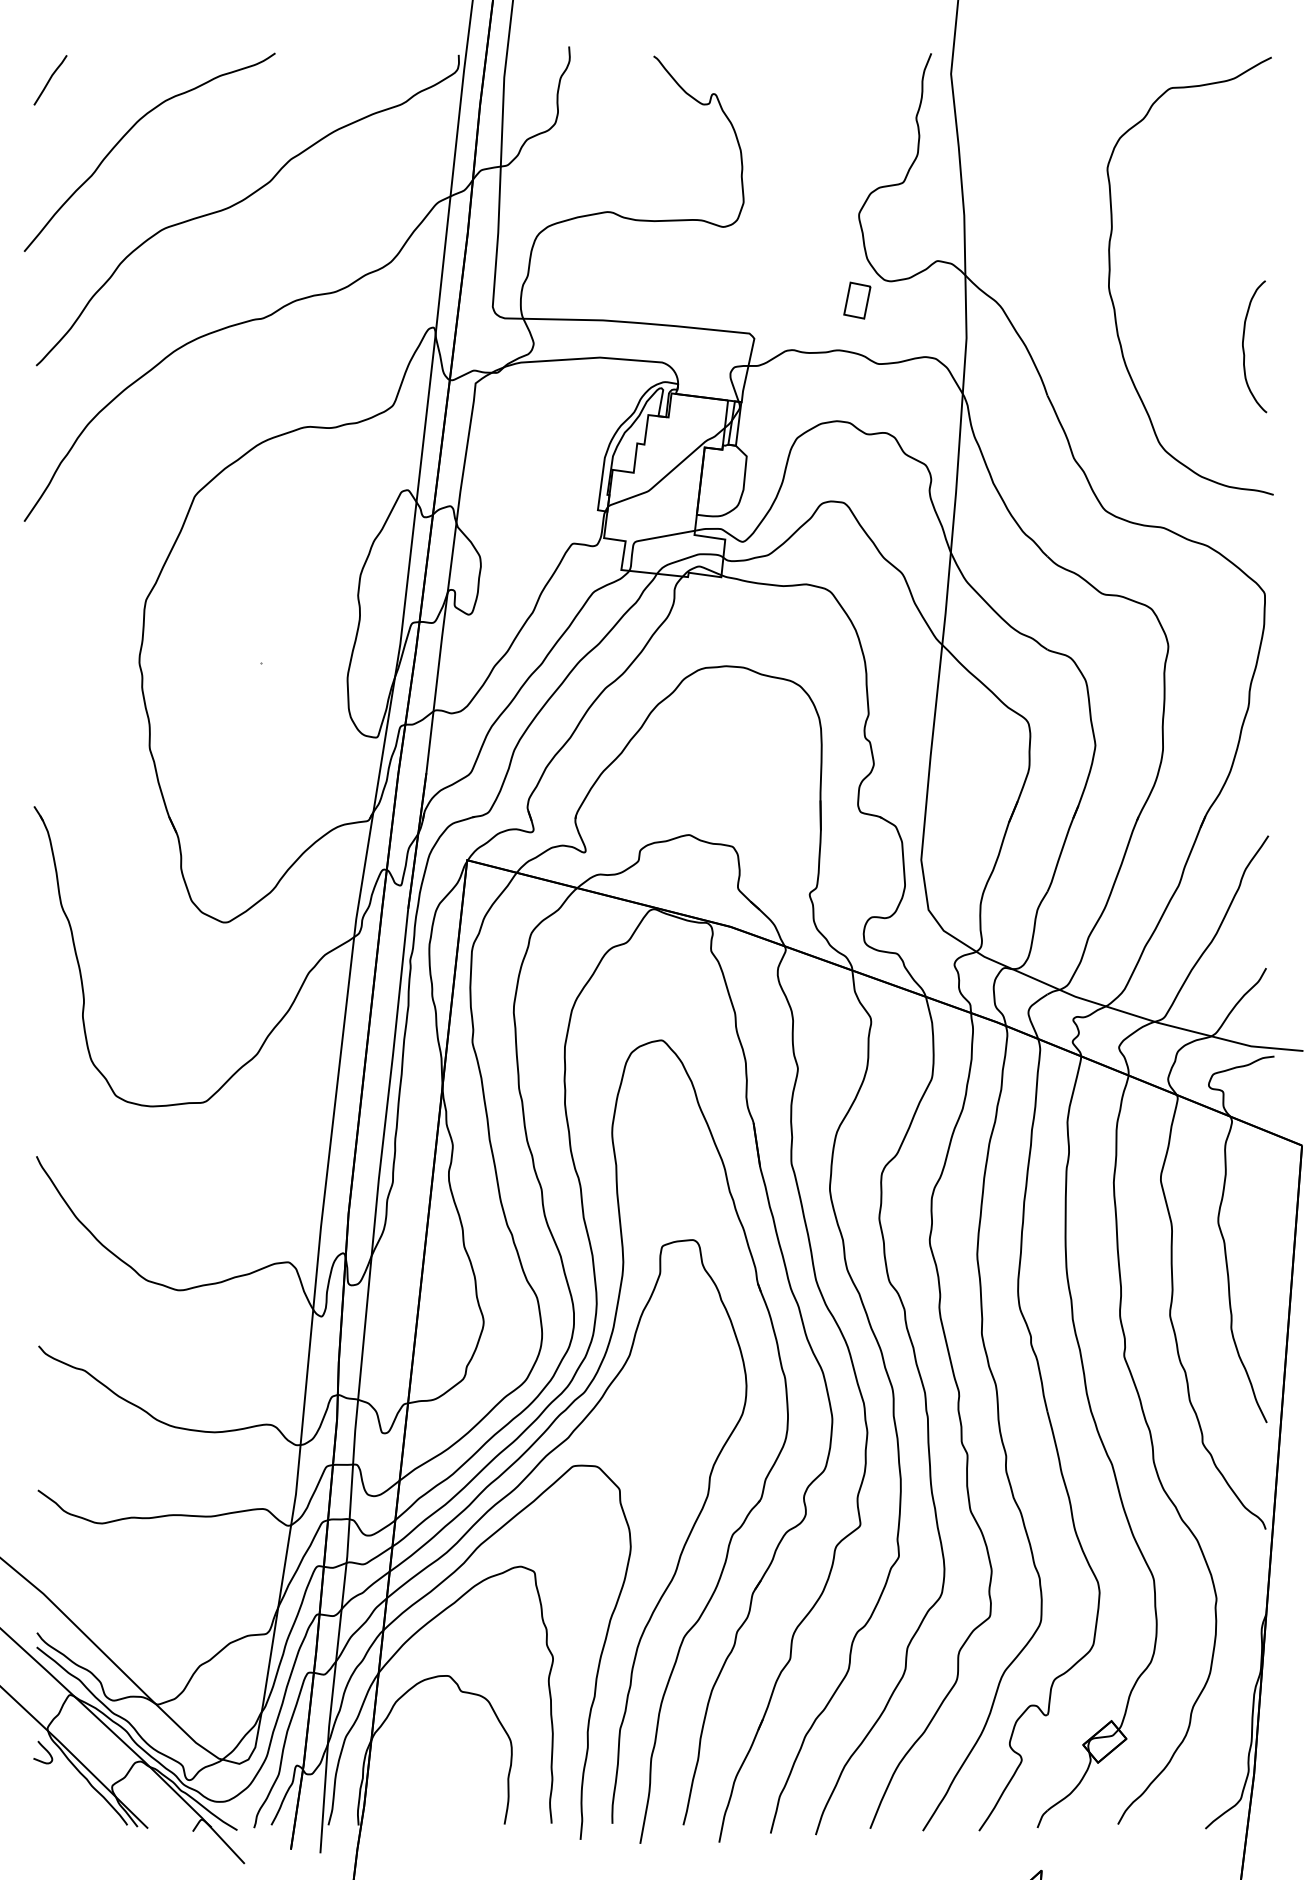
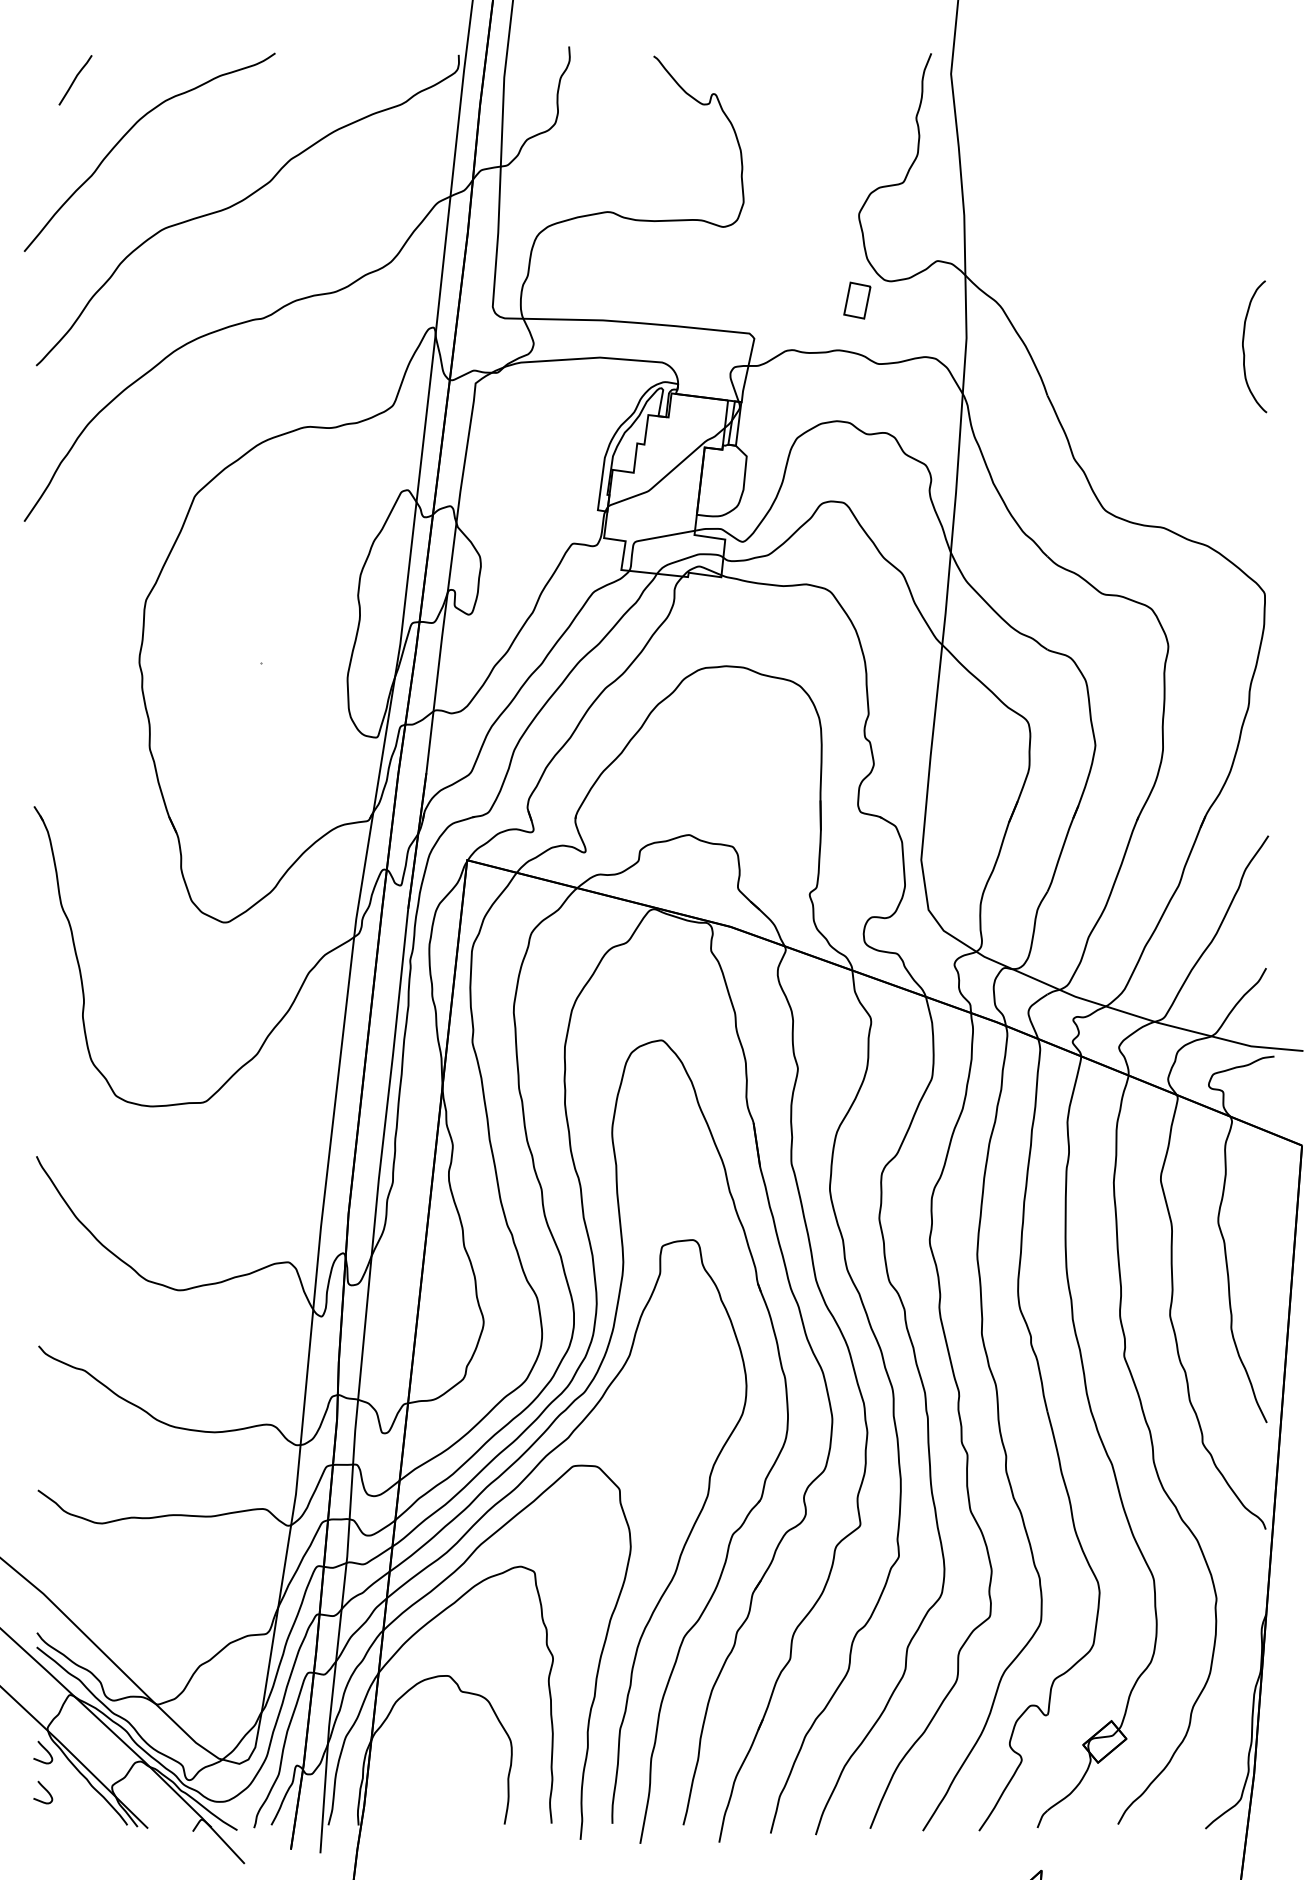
curve at (50, 80) position: (50, 80) -> (75, 80)
curve at (1110, 275): present -> none
curve at (45, 1790): none -> present
